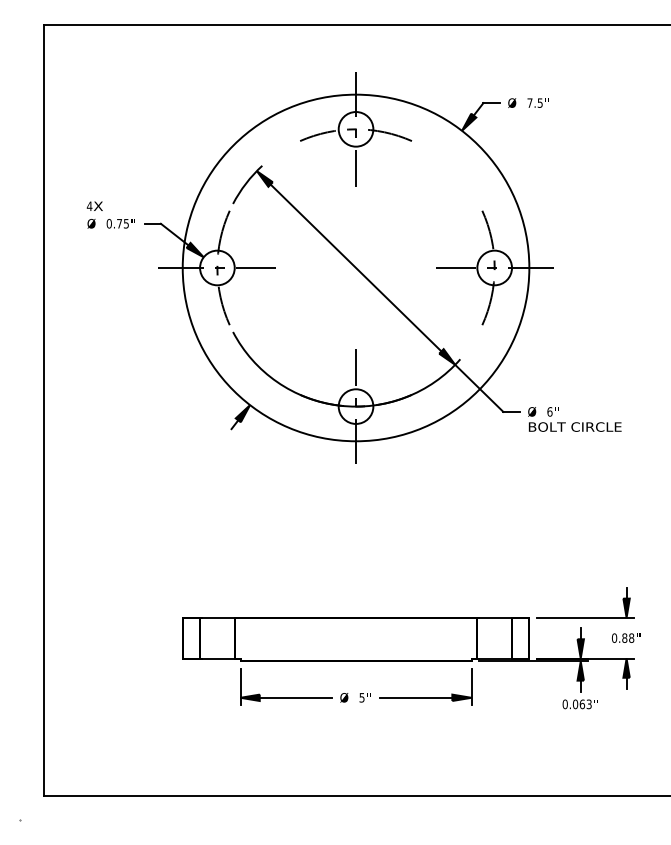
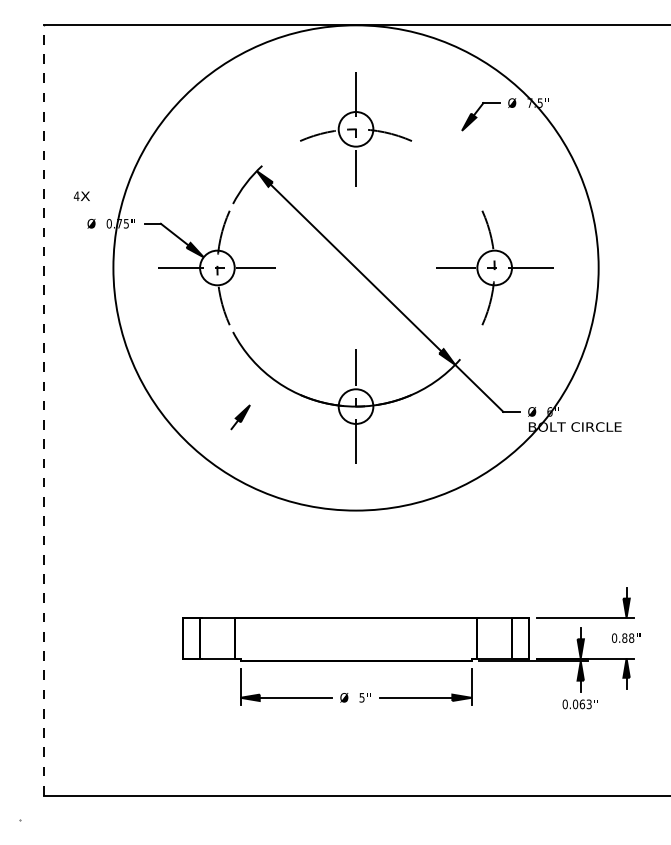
text at (94, 205) position: (94, 205) -> (81, 195)
circle at (355, 267) diameter: 347 px -> 485 px
line at (44, 409): solid -> dashed
